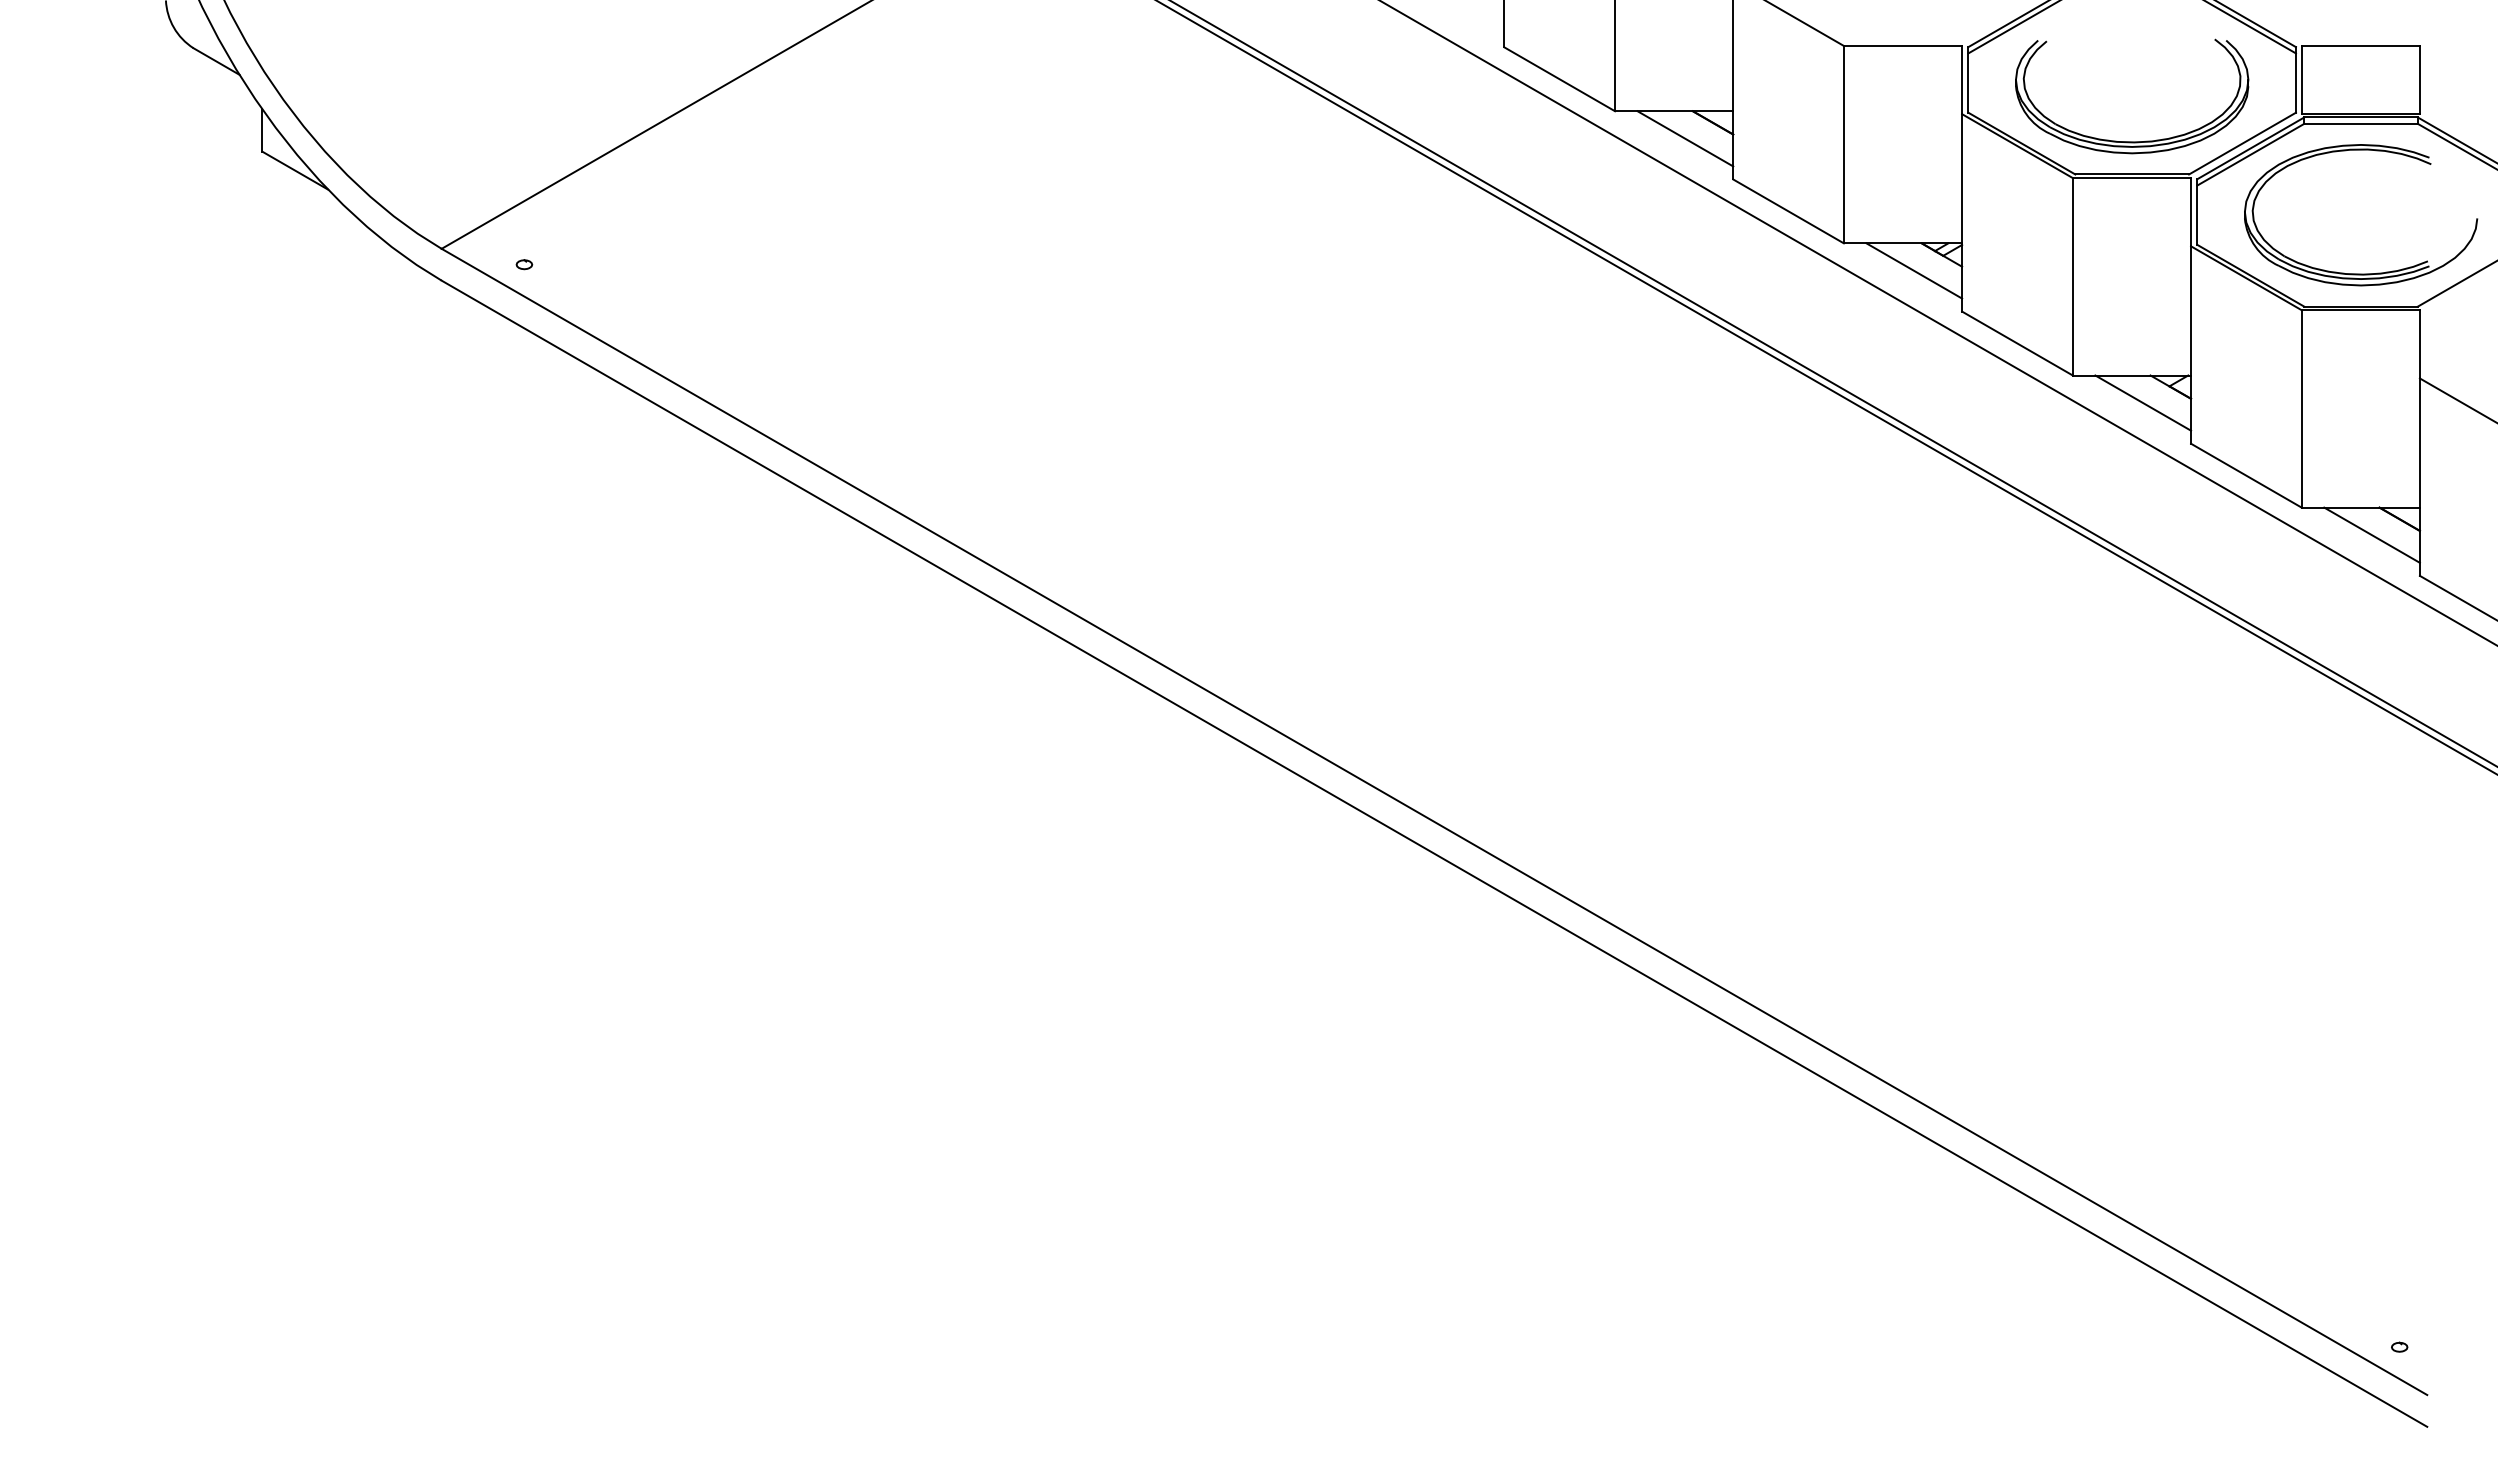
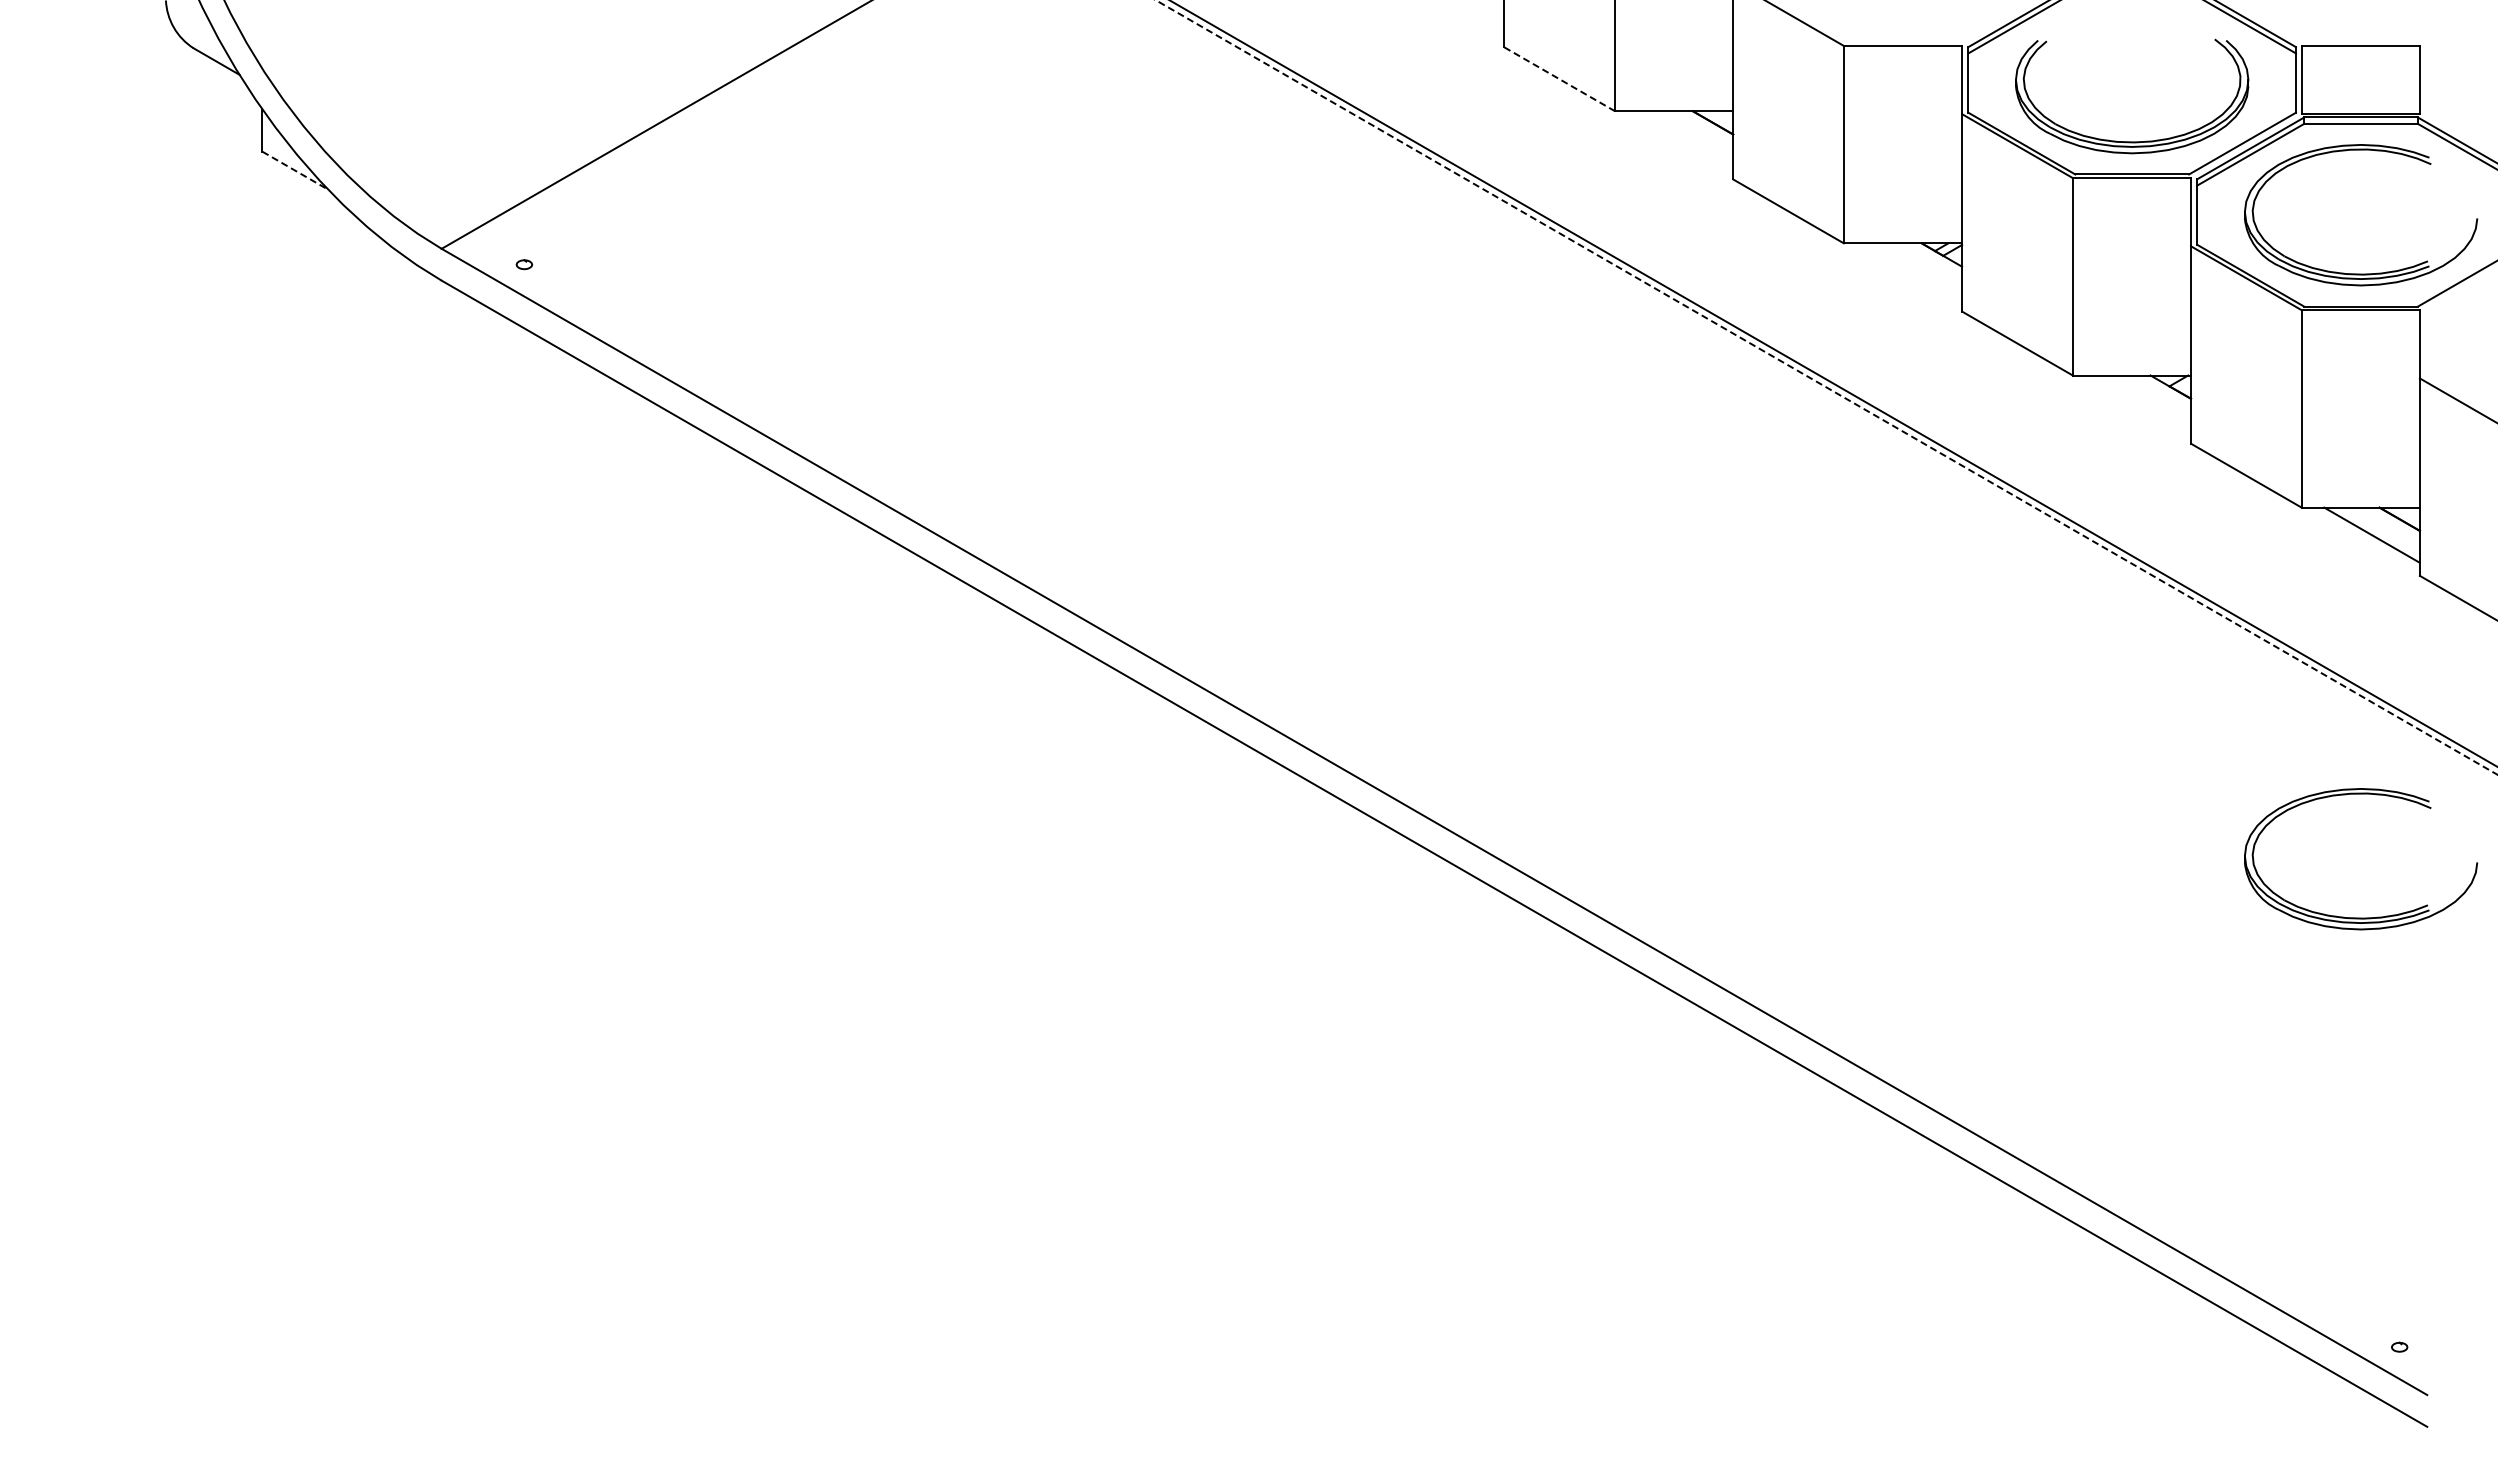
line at (1559, 79): solid -> dashed
line at (1685, 138): present -> none
line at (295, 170): solid -> dashed
line at (1914, 270): present -> none
line at (1938, 323): present -> none
line at (1827, 387): solid -> dashed
line at (2143, 402): present -> none
part at (2361, 917): none -> present
